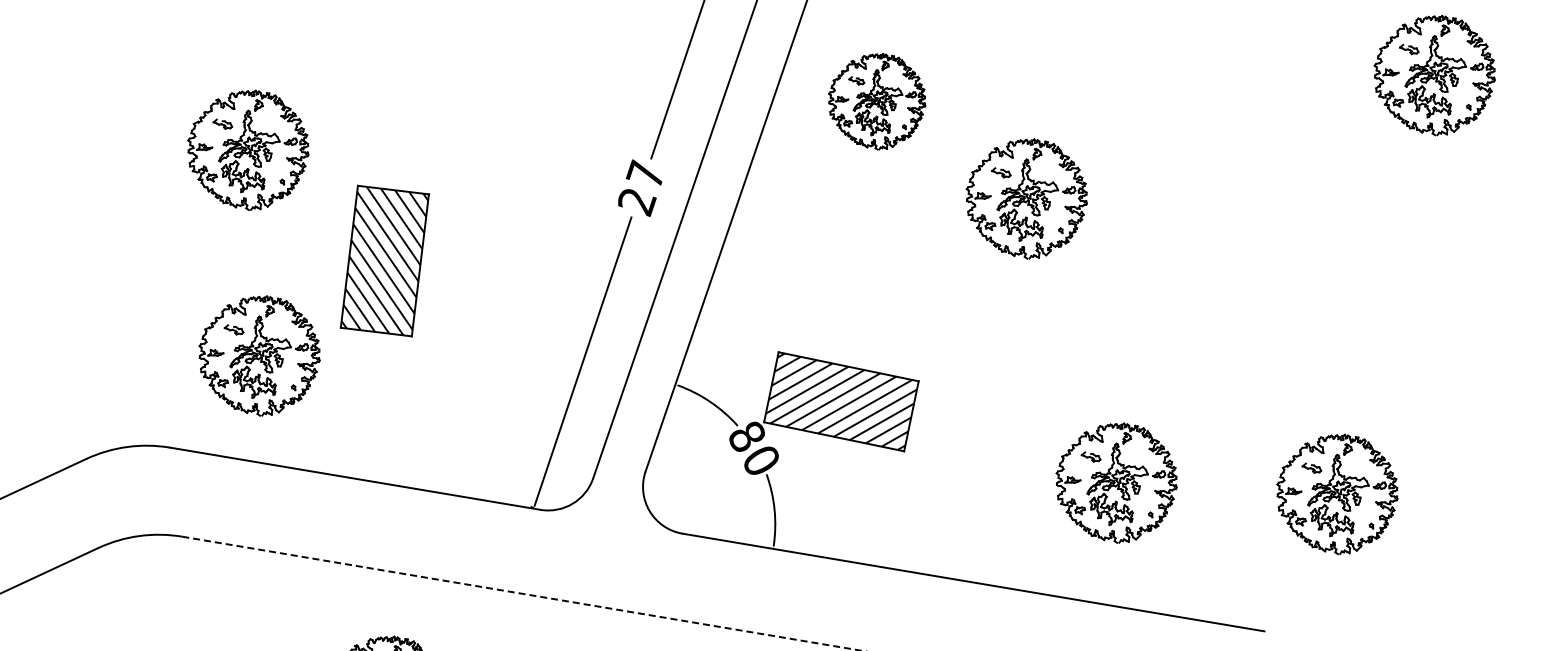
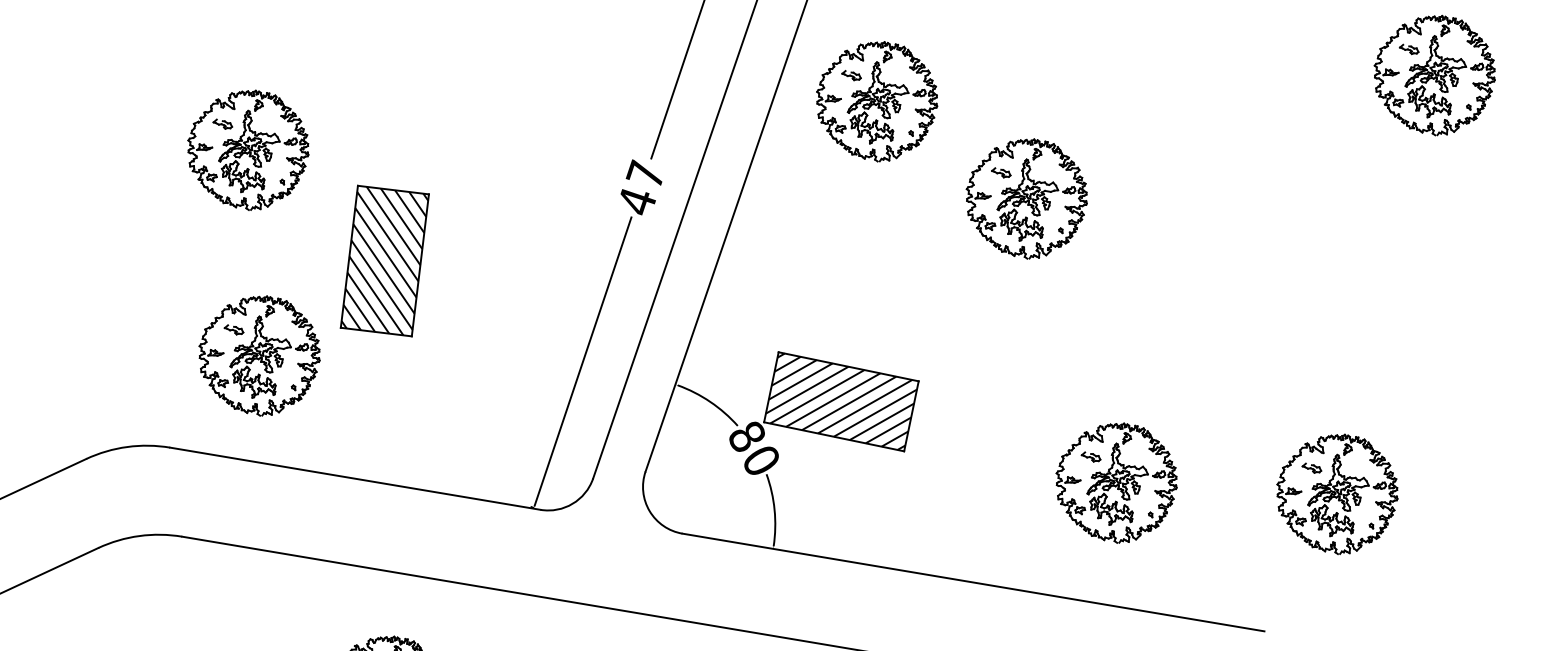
part at (877, 101) size: 99x98 px -> 123x122 px
text at (637, 202): 27 -> 47
line at (522, 593): dashed -> solid
